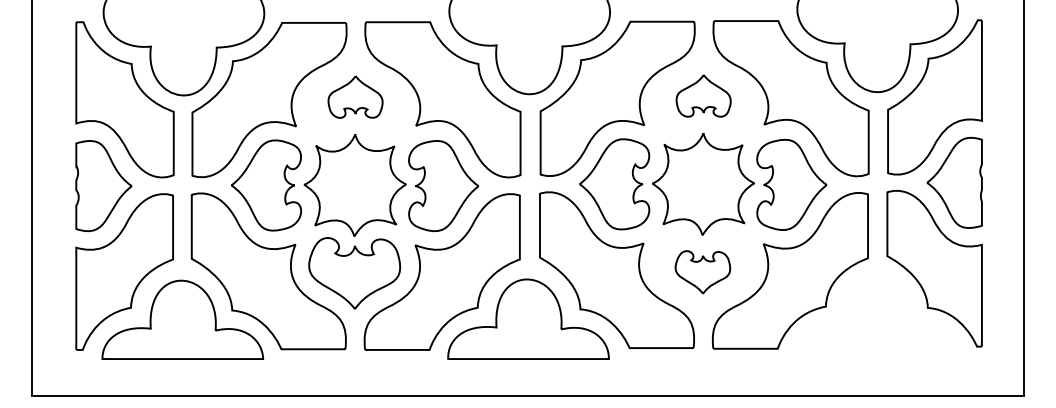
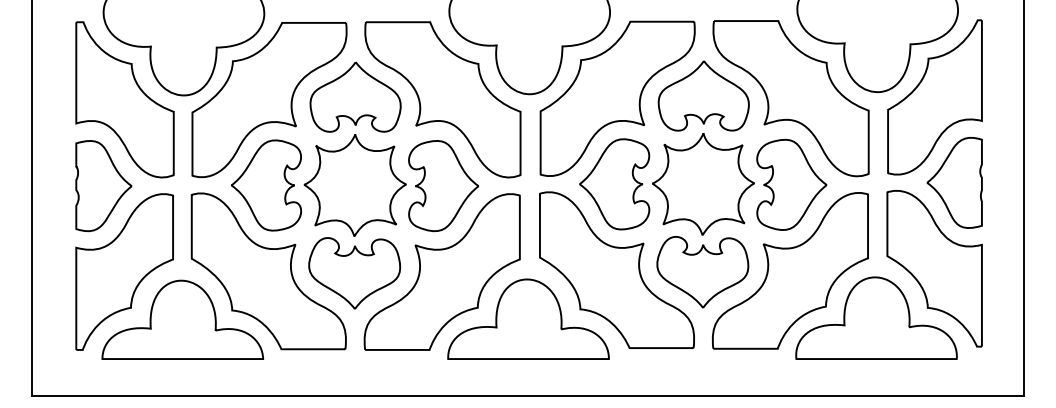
part at (703, 95) size: 57x44 px -> 93x72 px
part at (355, 96) size: 57x44 px -> 93x72 px
part at (702, 272) size: 58x45 px -> 94x73 px
part at (876, 317): none -> present
